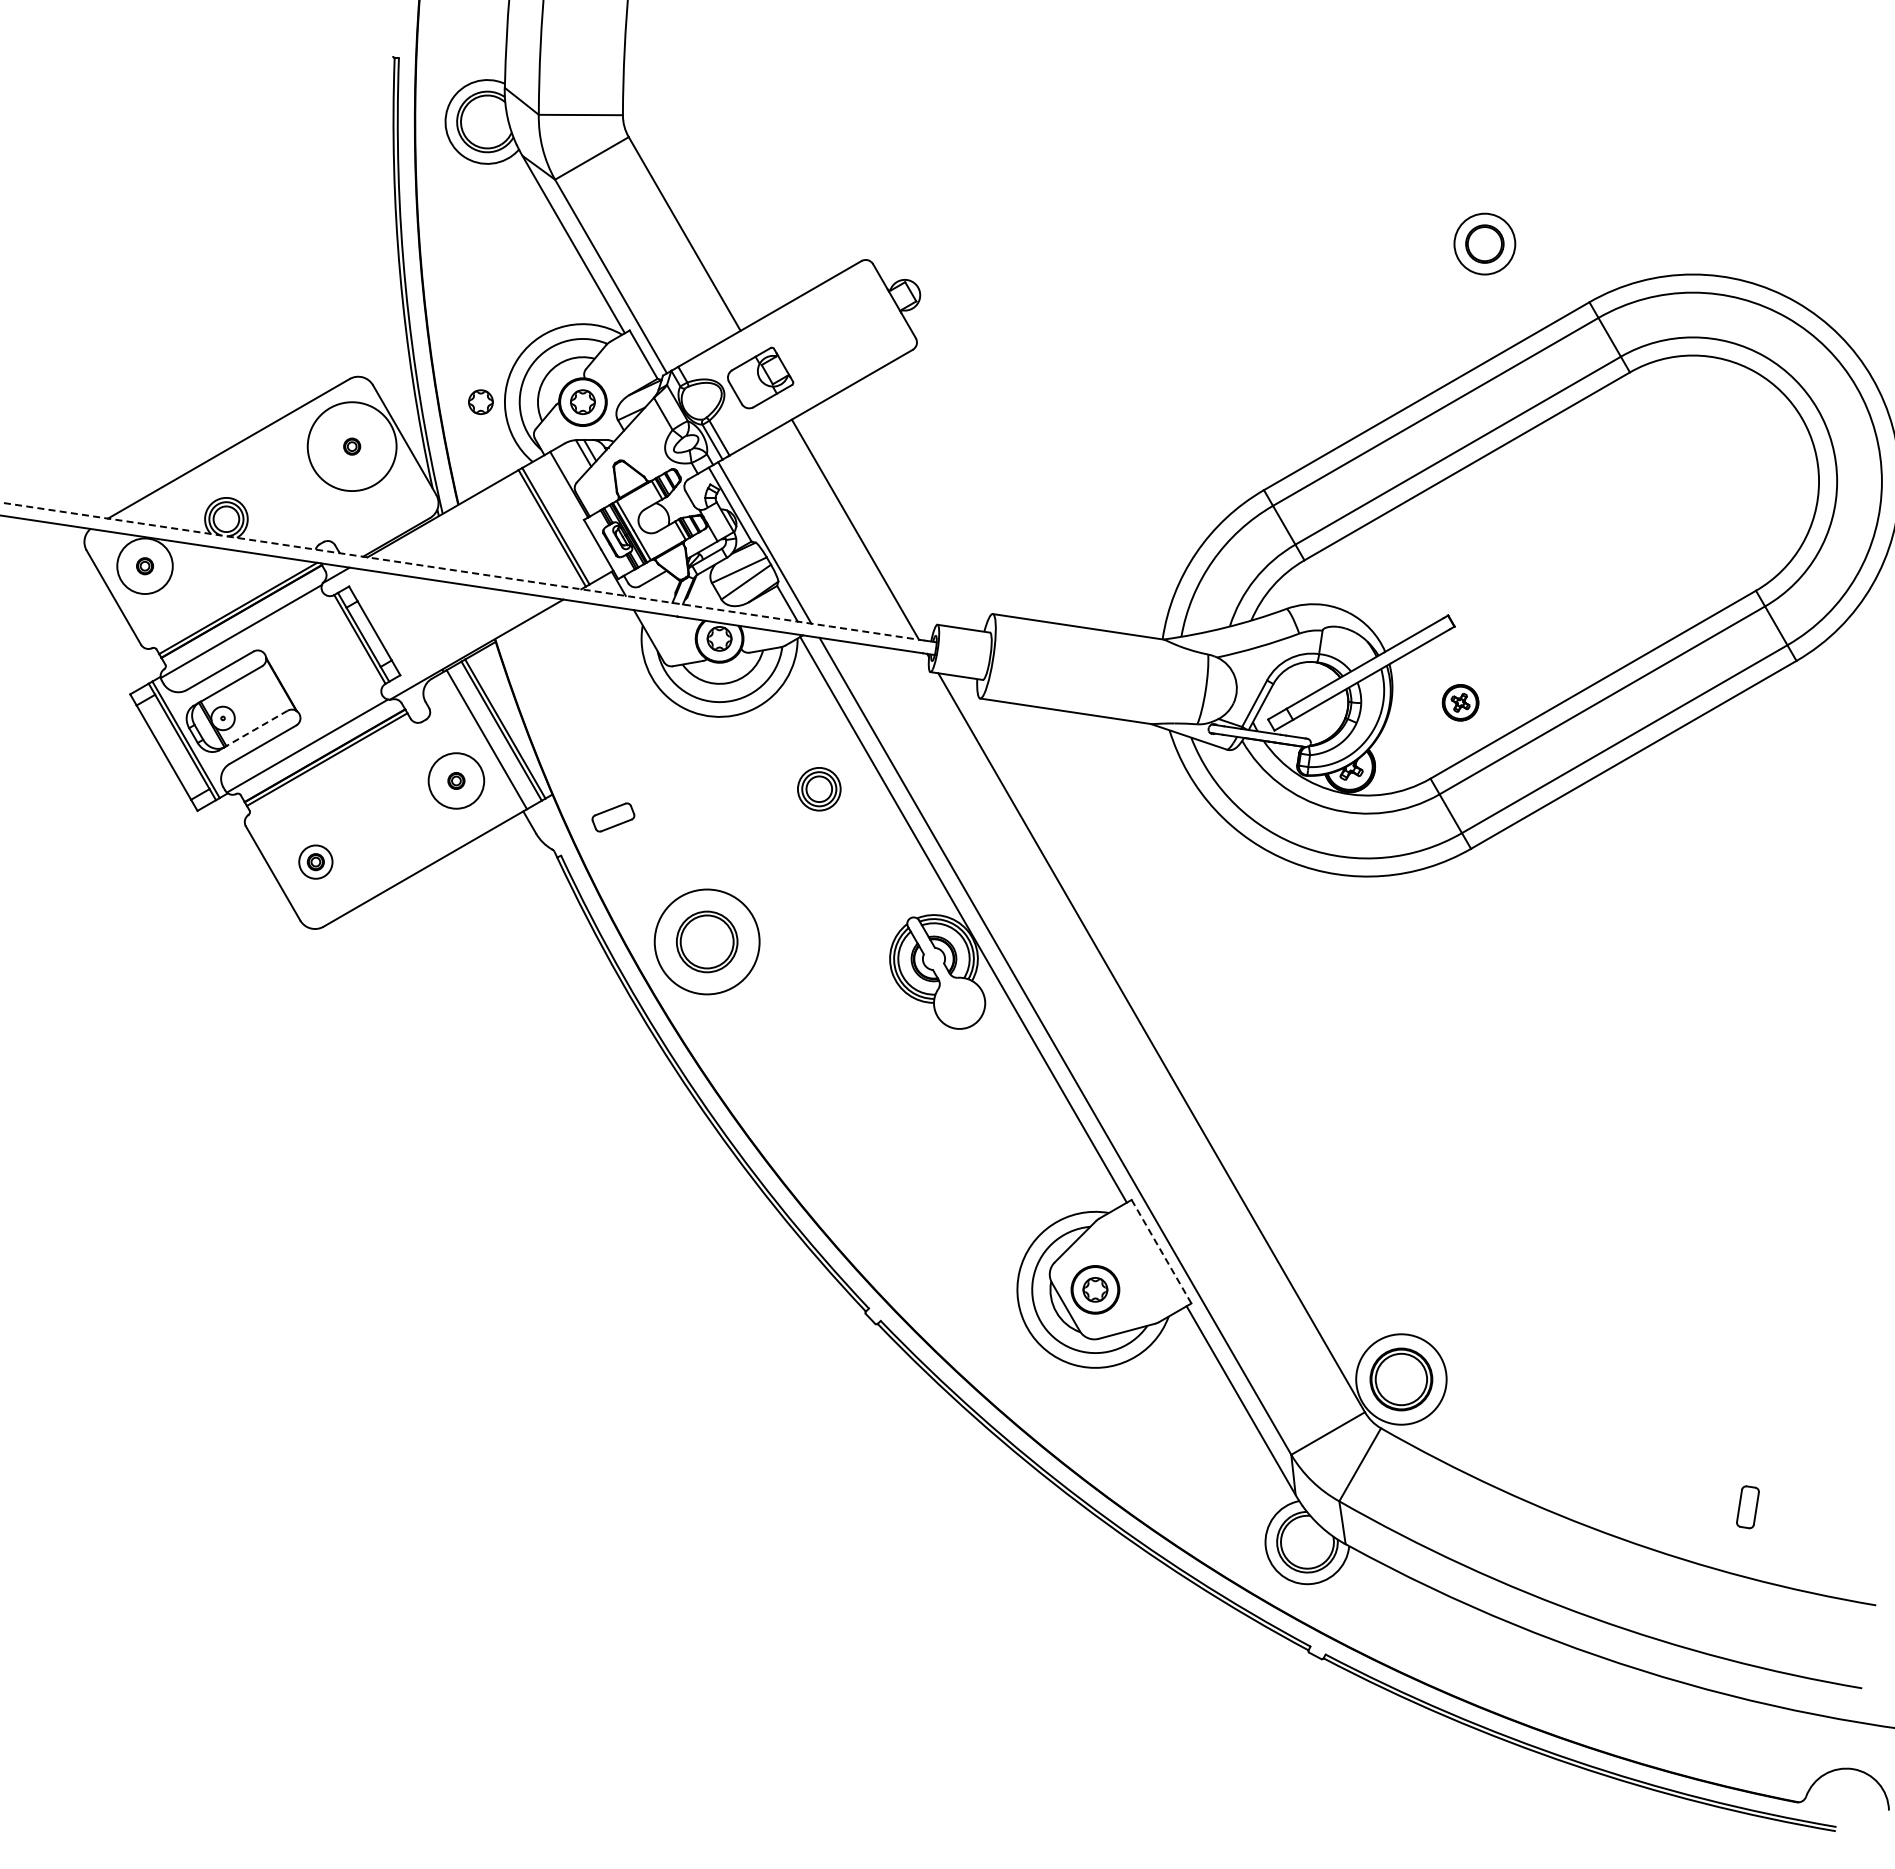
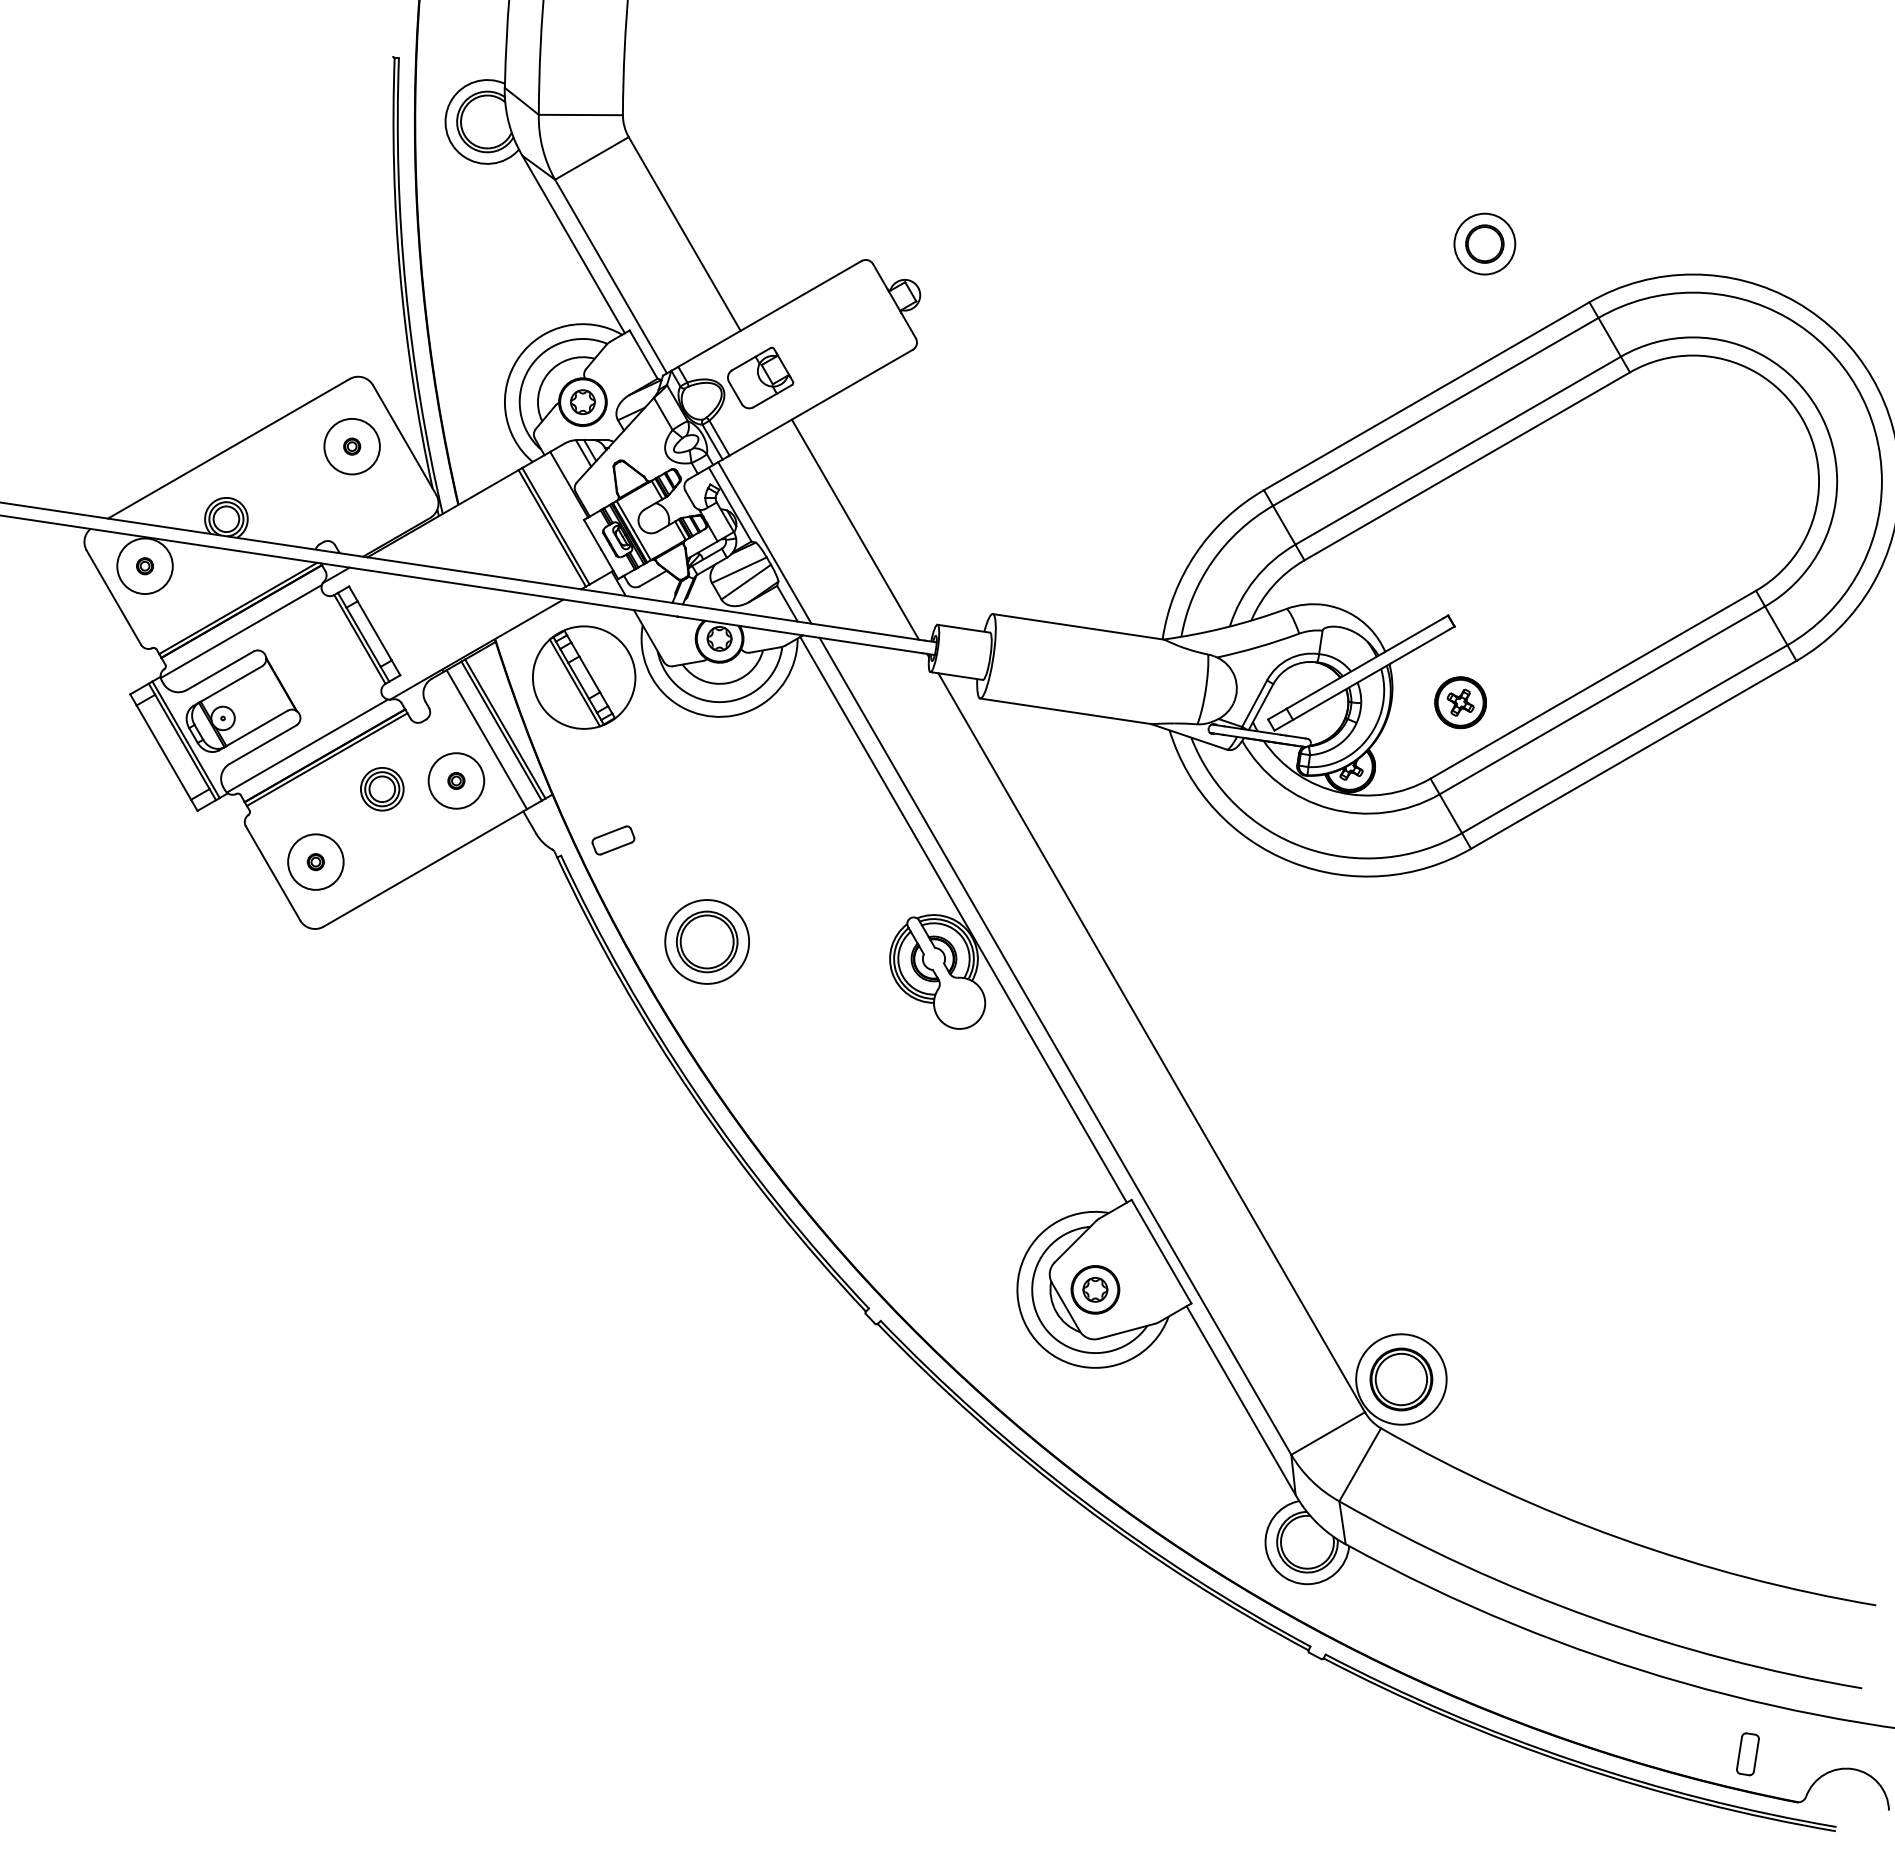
part at (480, 401): present -> none
circle at (351, 446) diameter: 89 px -> 56 px
line at (462, 571): dashed -> solid
part at (584, 677): none -> present
part at (1460, 702) size: 39x38 px -> 53x54 px
line at (256, 728): dashed -> solid
part at (819, 789) position: (819, 789) -> (382, 789)
part at (613, 817) position: (613, 817) -> (613, 840)
circle at (315, 861) diameter: 33 px -> 56 px
circle at (706, 941) diameter: 105 px -> 84 px
line at (1161, 1251): dashed -> solid
part at (1747, 1507) position: (1747, 1507) -> (1747, 1754)
